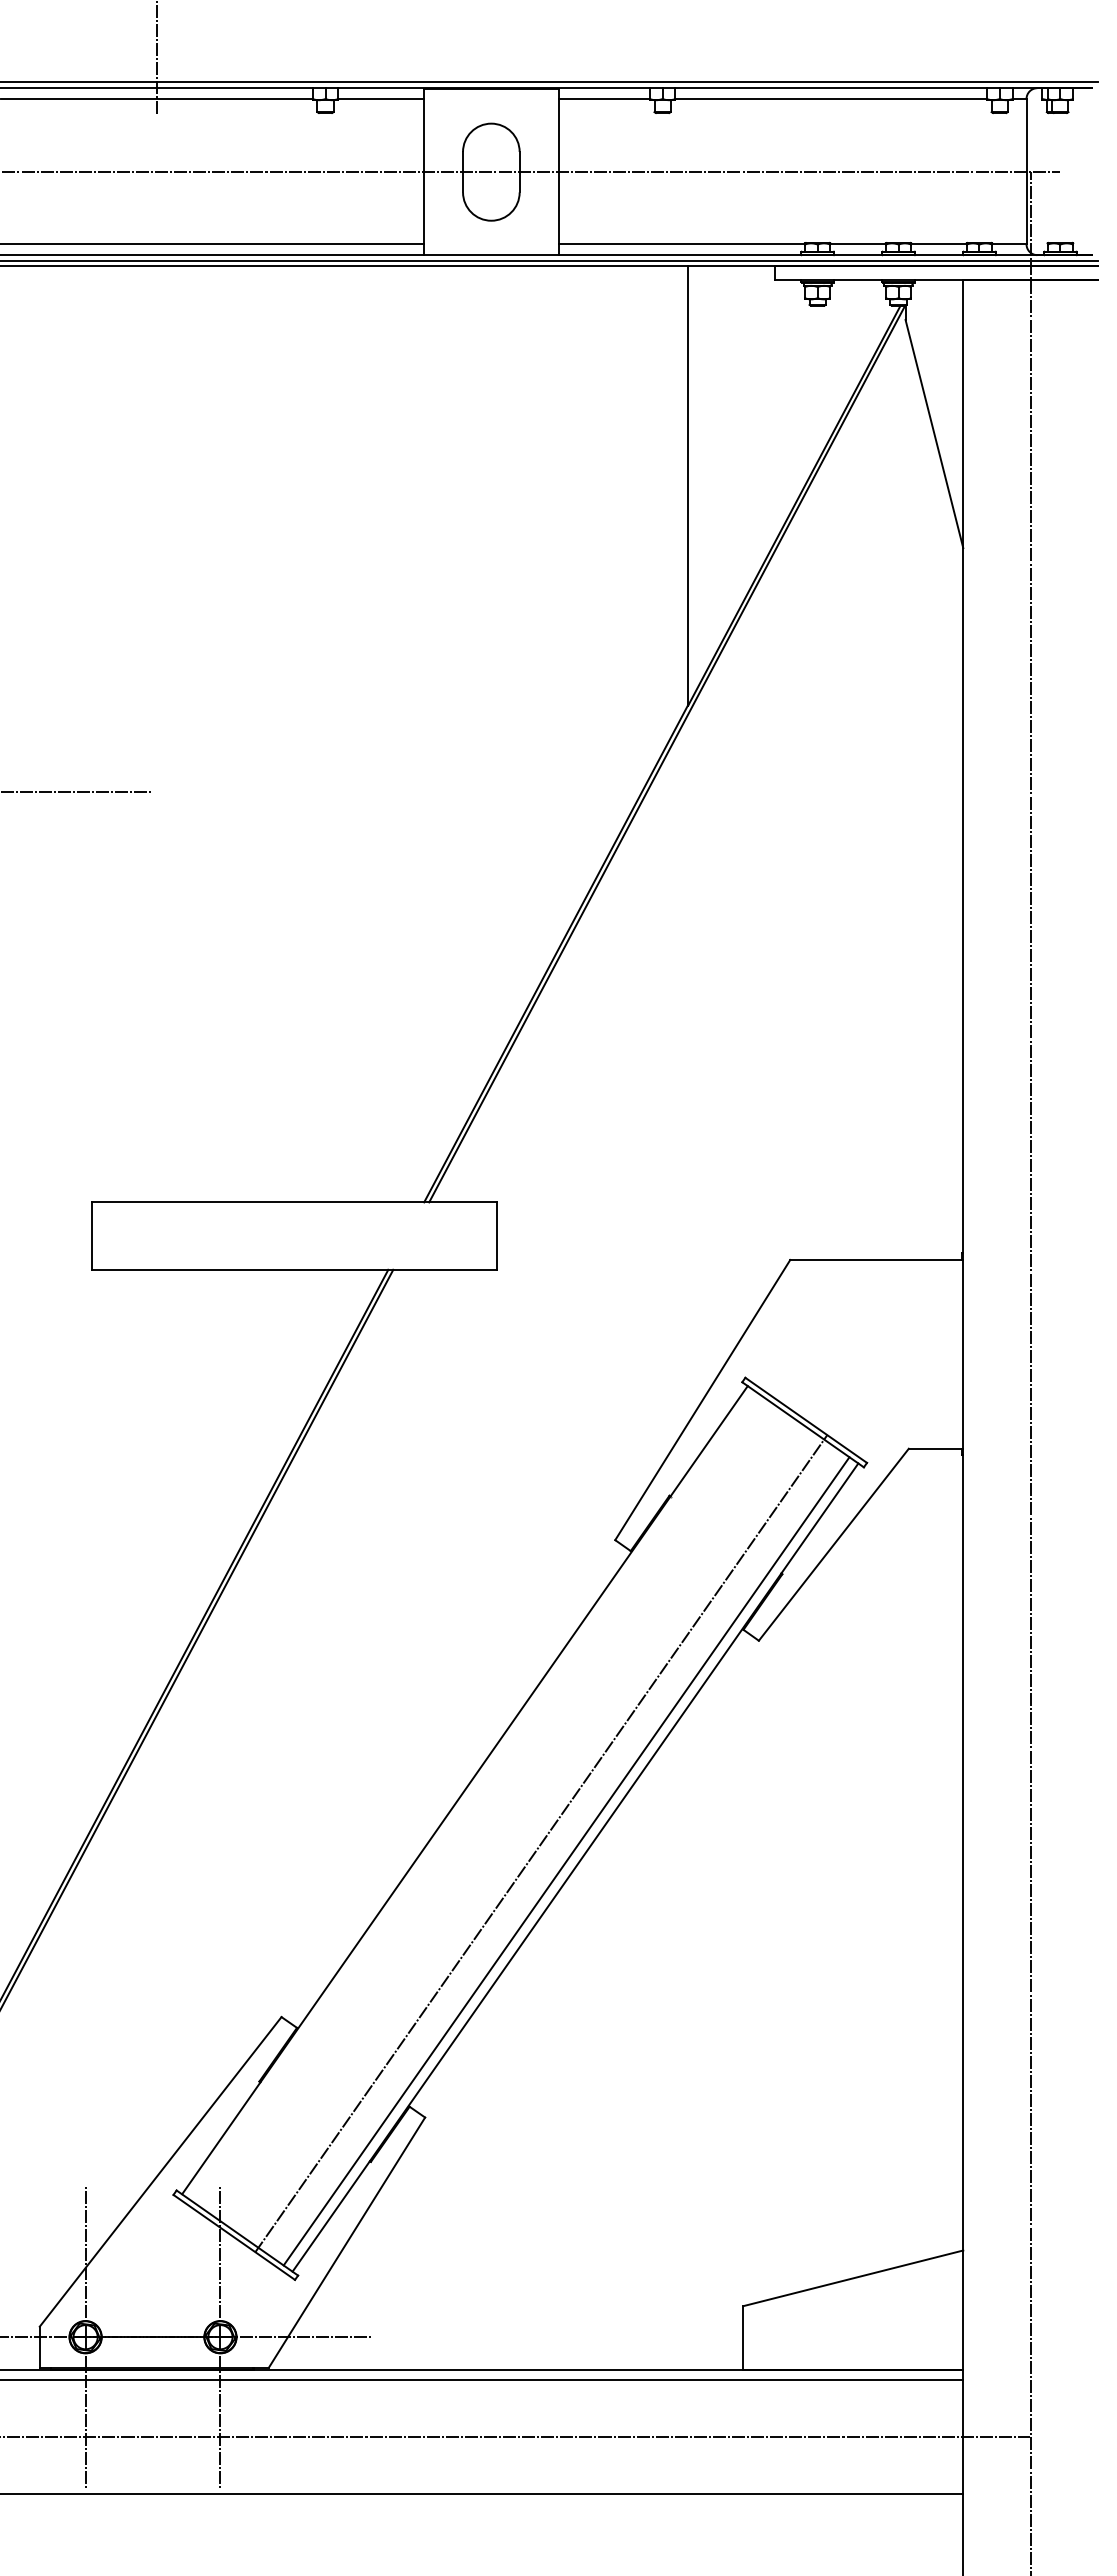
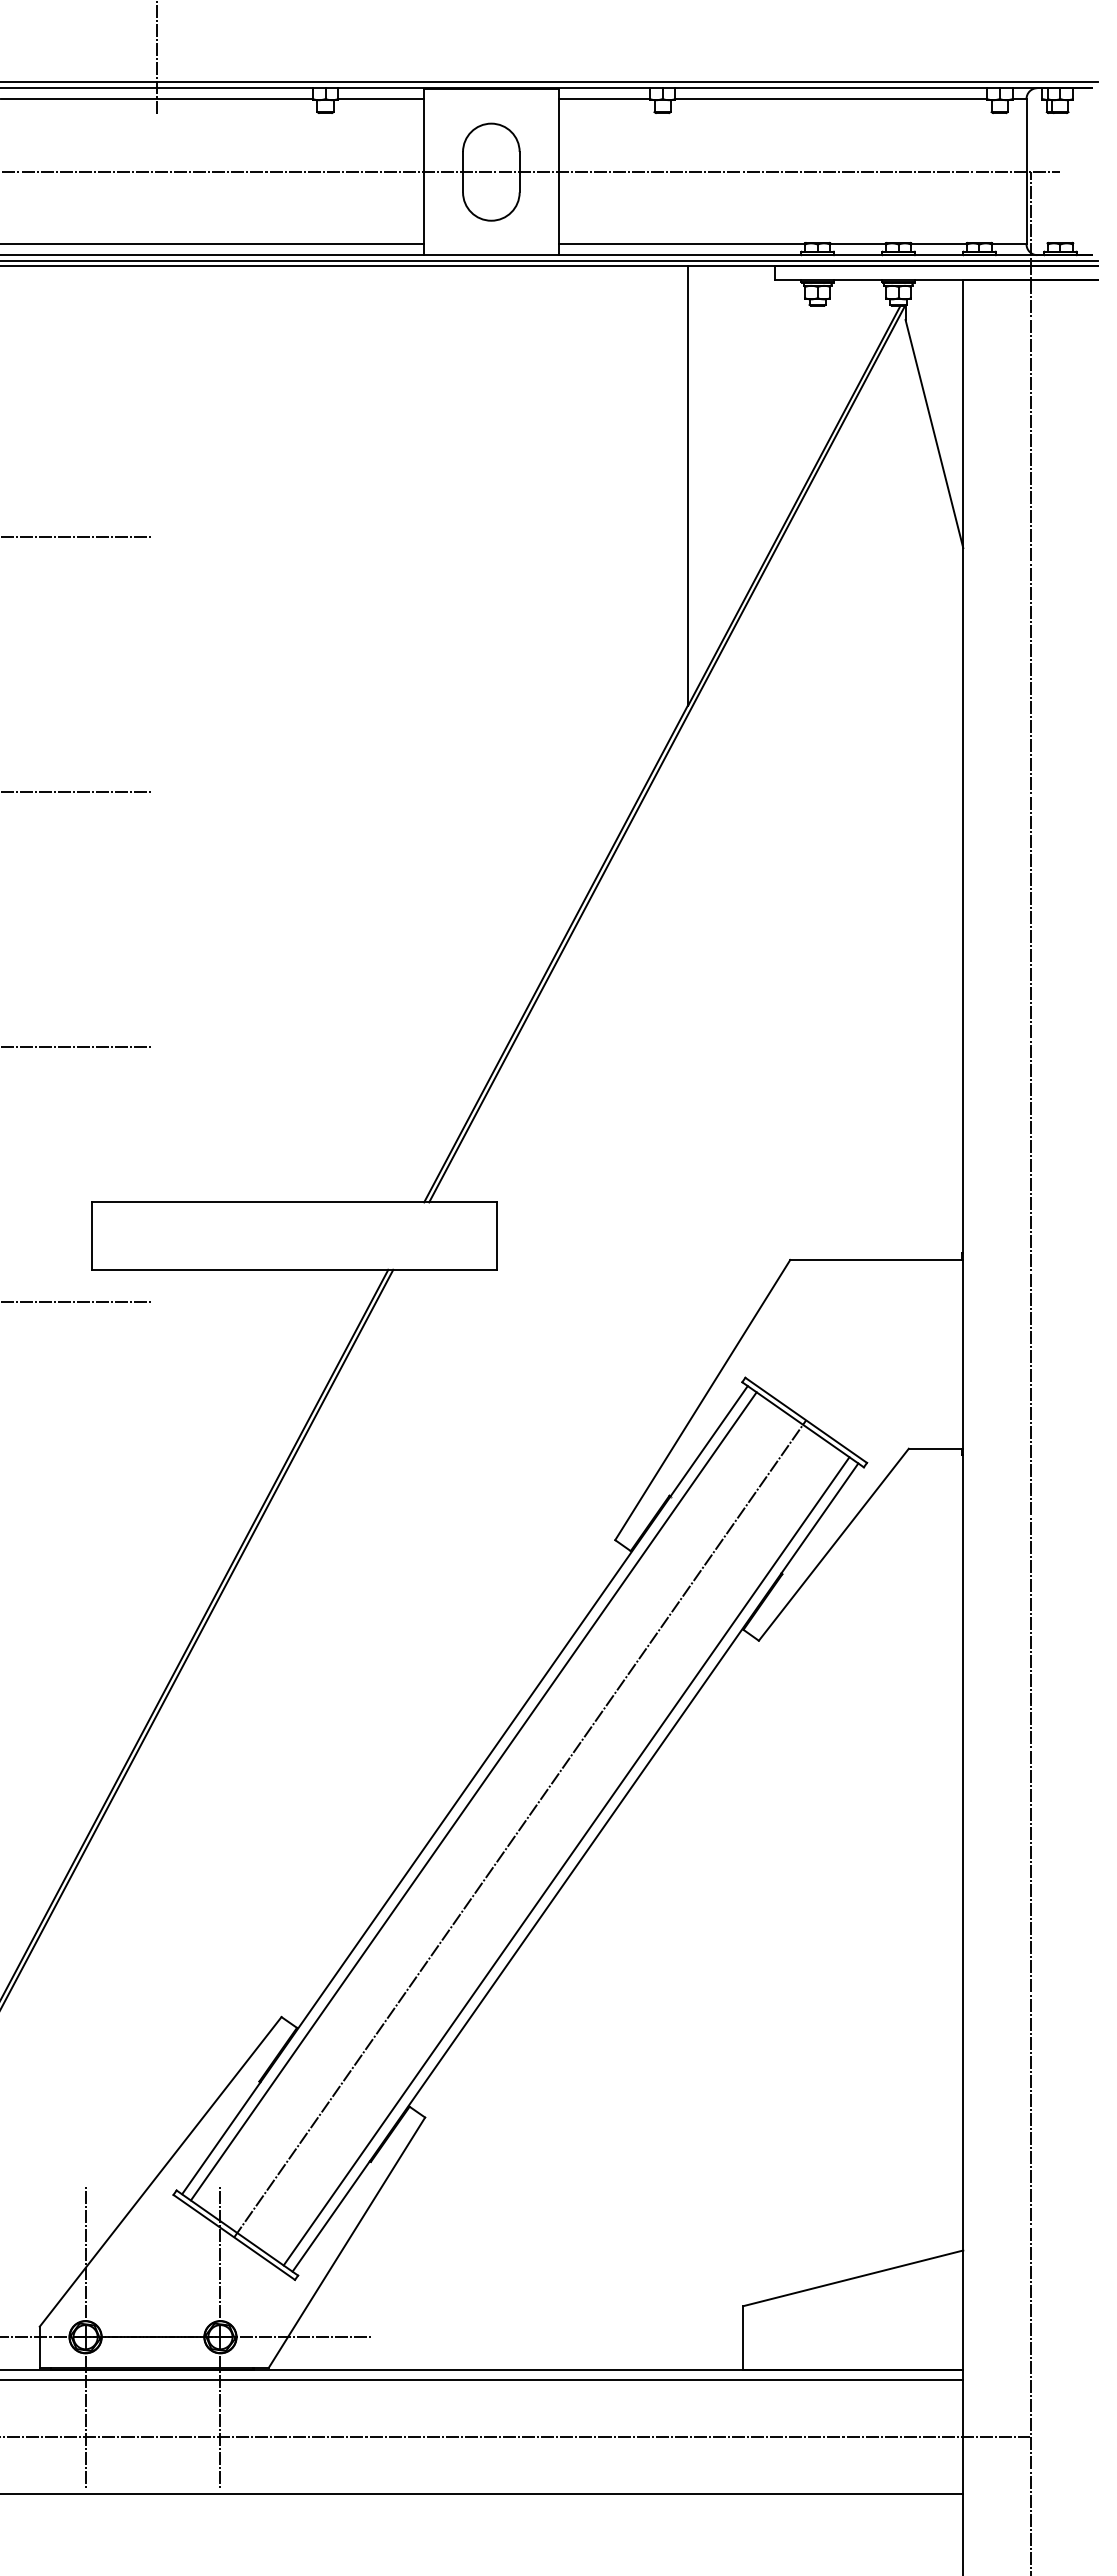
line at (76, 537): none -> present
line at (76, 1046): none -> present
line at (76, 1301): none -> present
line at (473, 1796): none -> present
line at (541, 1843) position: (541, 1843) -> (520, 1828)
